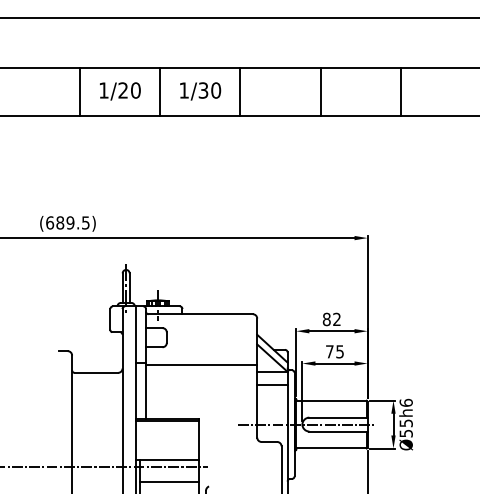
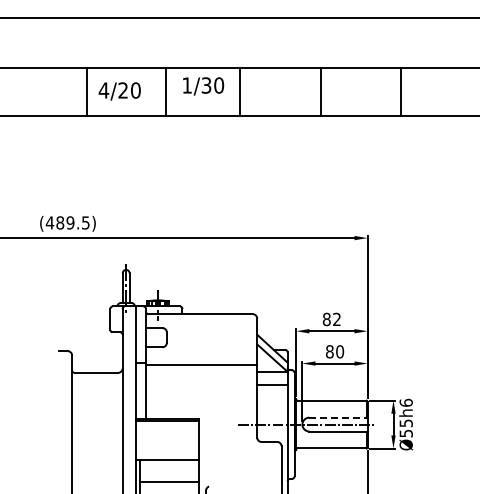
text at (103, 90): 1/20 -> 4/20
line at (79, 91) position: (79, 91) -> (86, 91)
line at (160, 91) position: (160, 91) -> (166, 91)
text at (200, 91) position: (200, 91) -> (203, 86)
text at (49, 222): (689.5) -> (489.5)
text at (335, 351): 75 -> 80
line at (338, 417): solid -> dashed
line at (105, 467): present -> none
